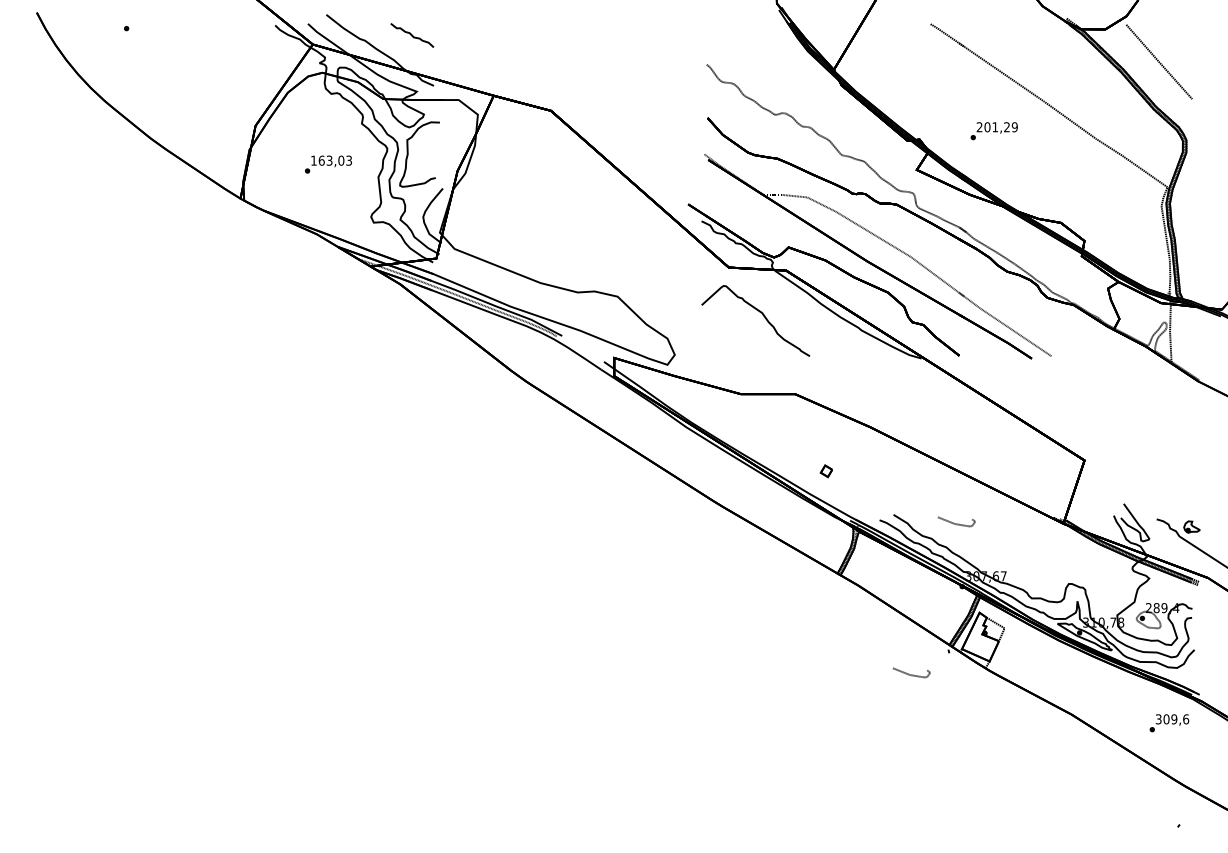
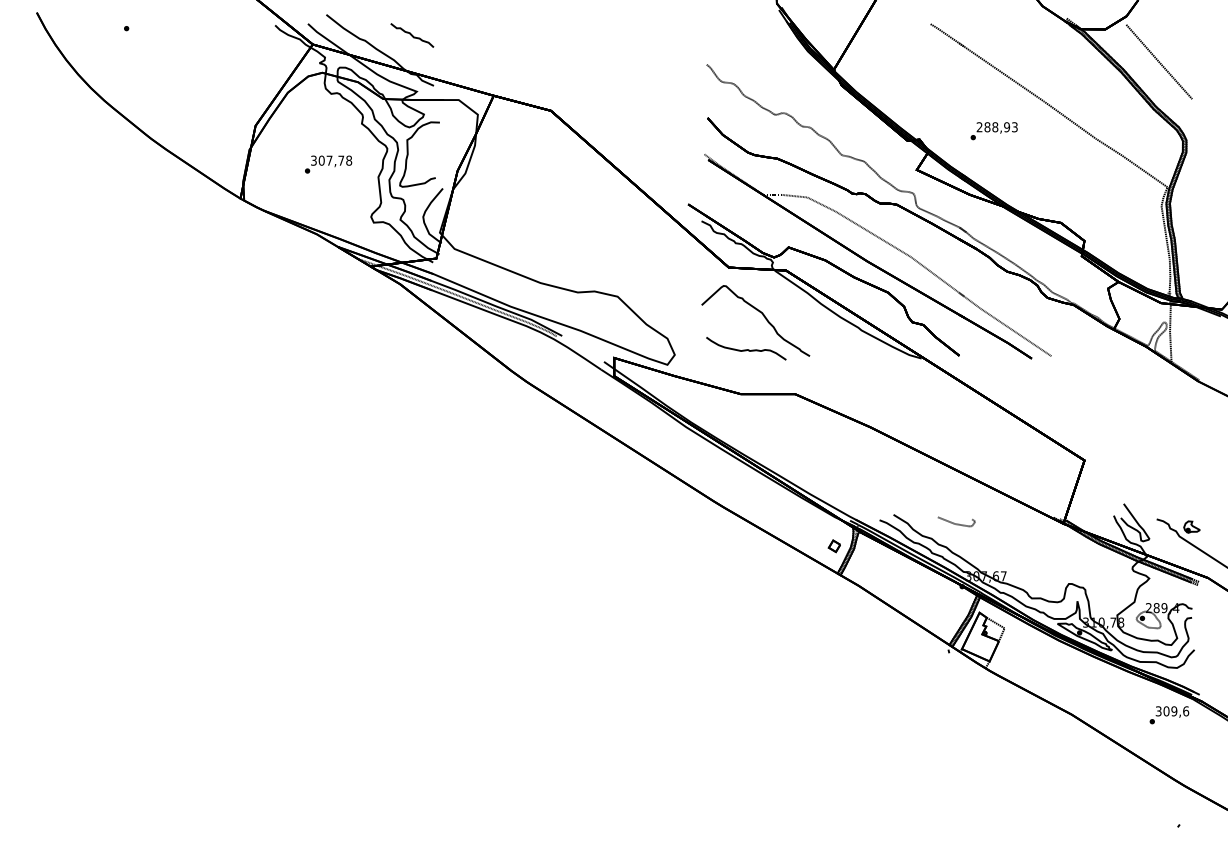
text at (1000, 127): 201,29 -> 288,93
text at (331, 160): 163,03 -> 307,78
curve at (746, 349): none -> present
part at (825, 471) position: (825, 471) -> (833, 546)
part at (911, 672): present -> none
text at (1169, 723) position: (1169, 723) -> (1169, 715)
